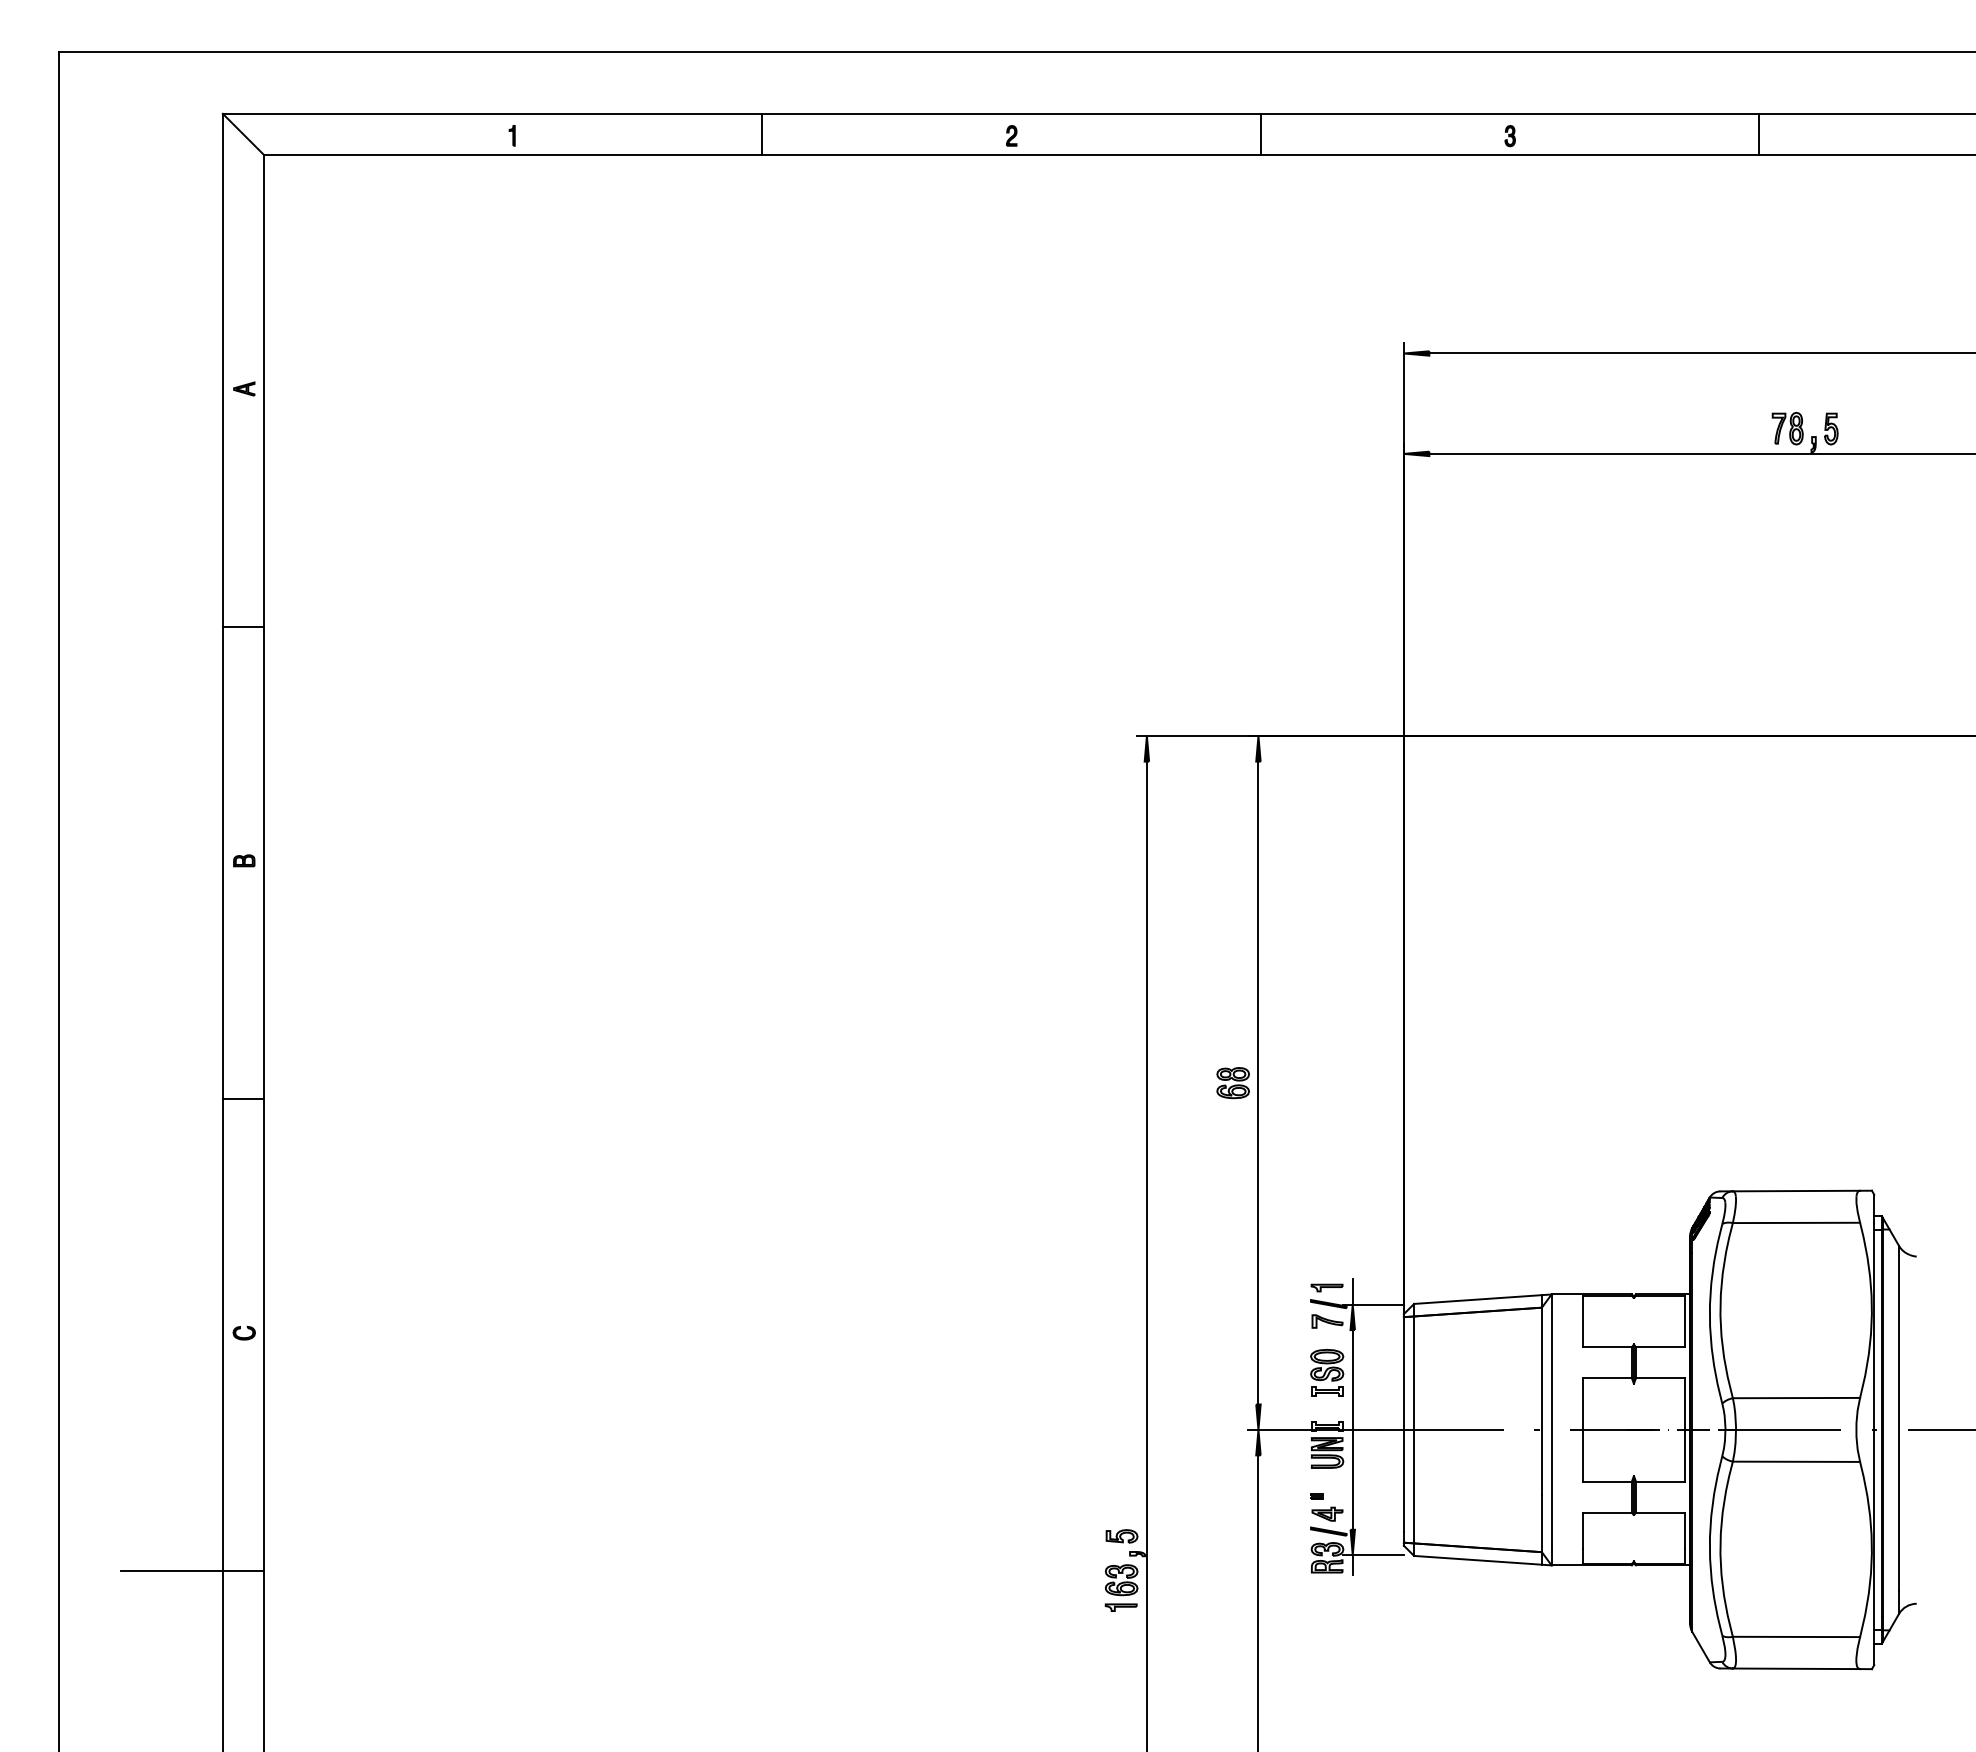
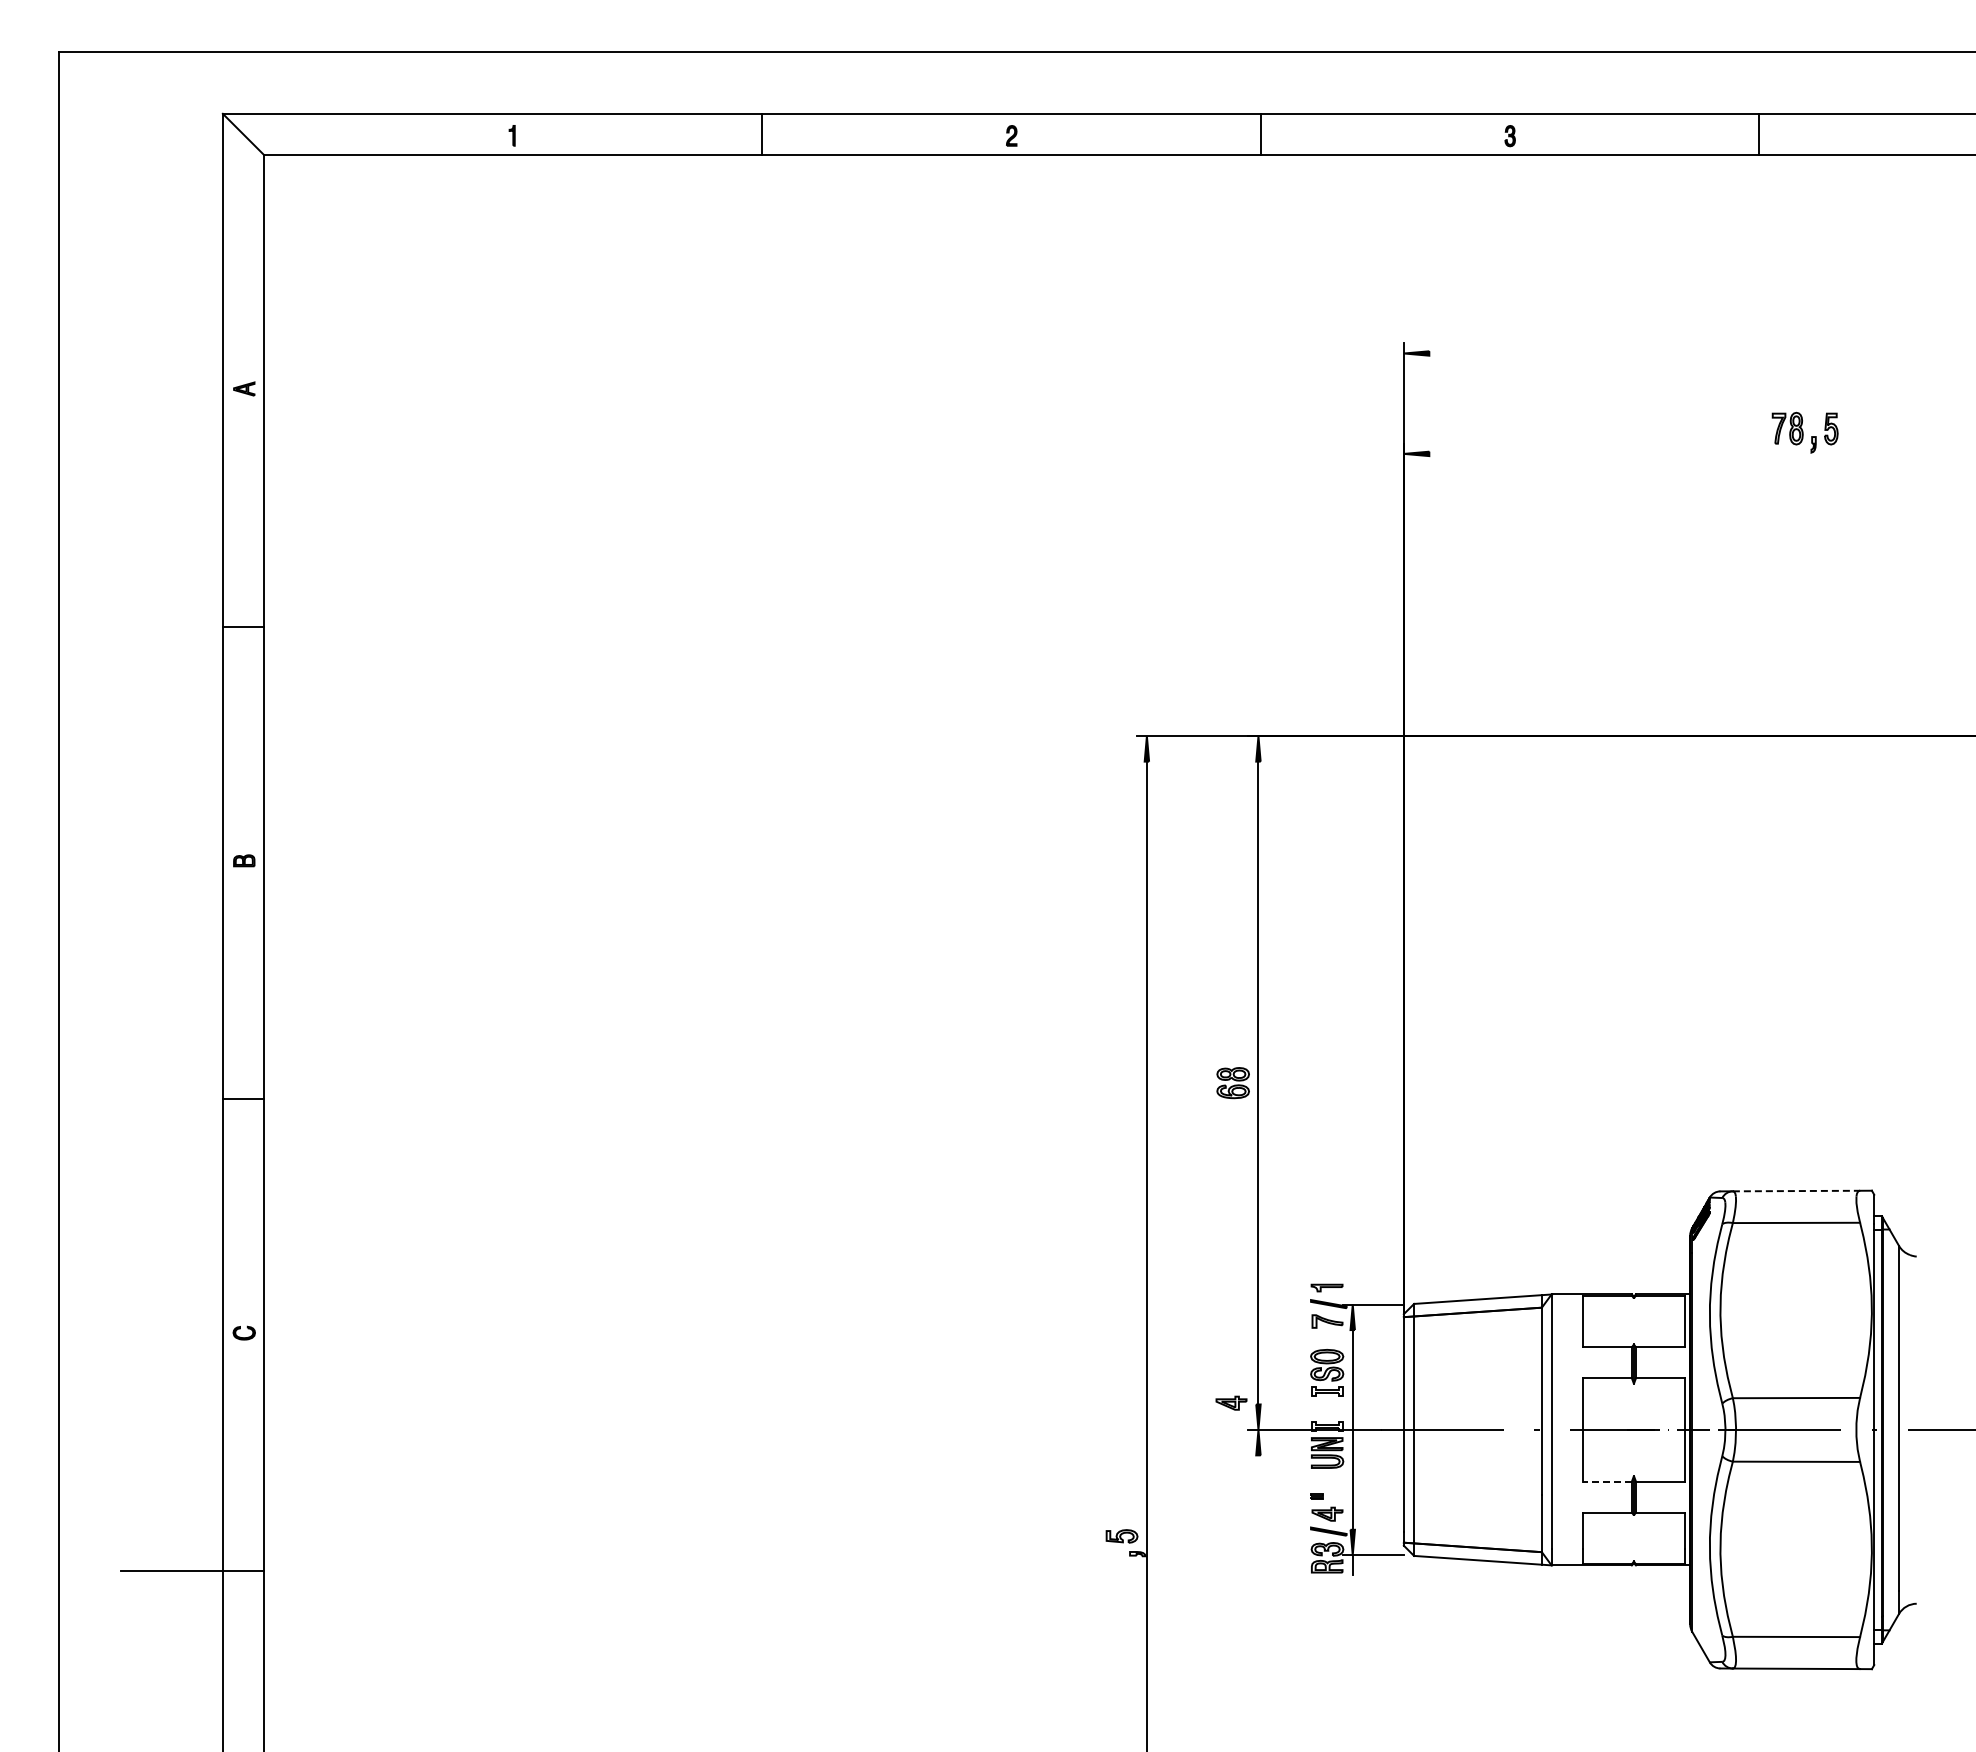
line at (1700, 353): present -> none
line at (1700, 453): present -> none
line at (1796, 1191): solid -> dashed
line at (1352, 1291): present -> none
part at (1231, 1402): none -> present
line at (1607, 1481): solid -> dashed
part at (1121, 1587): present -> none
line at (1258, 1601): present -> none
